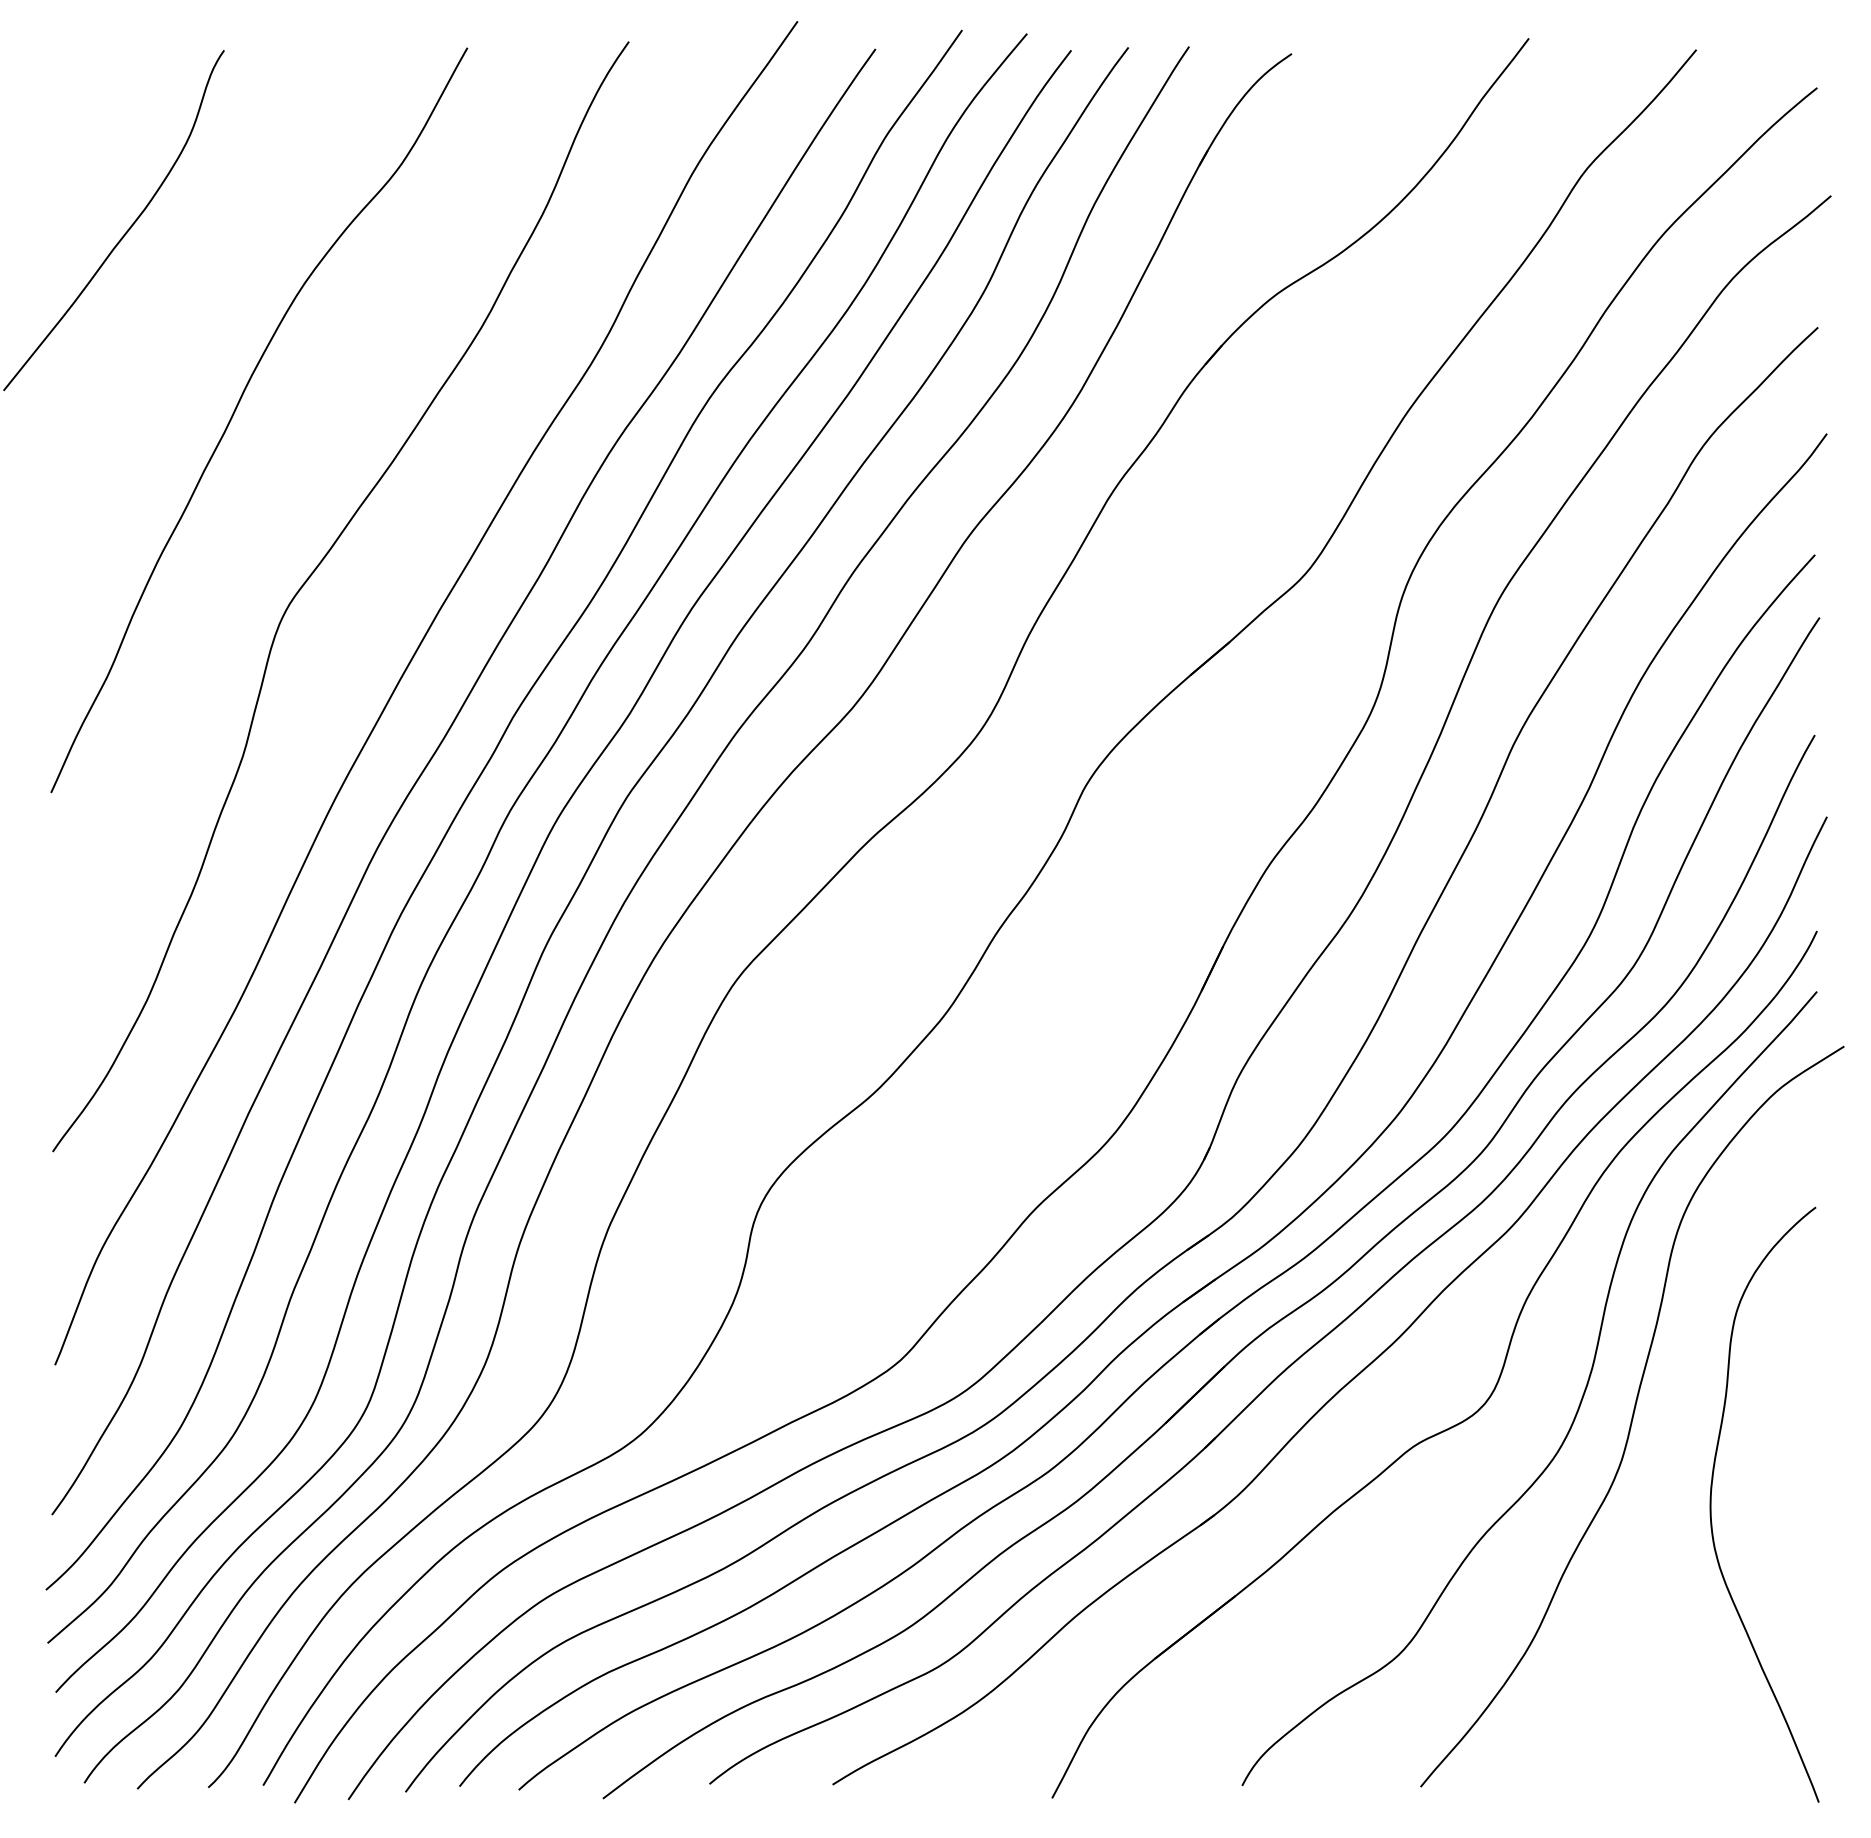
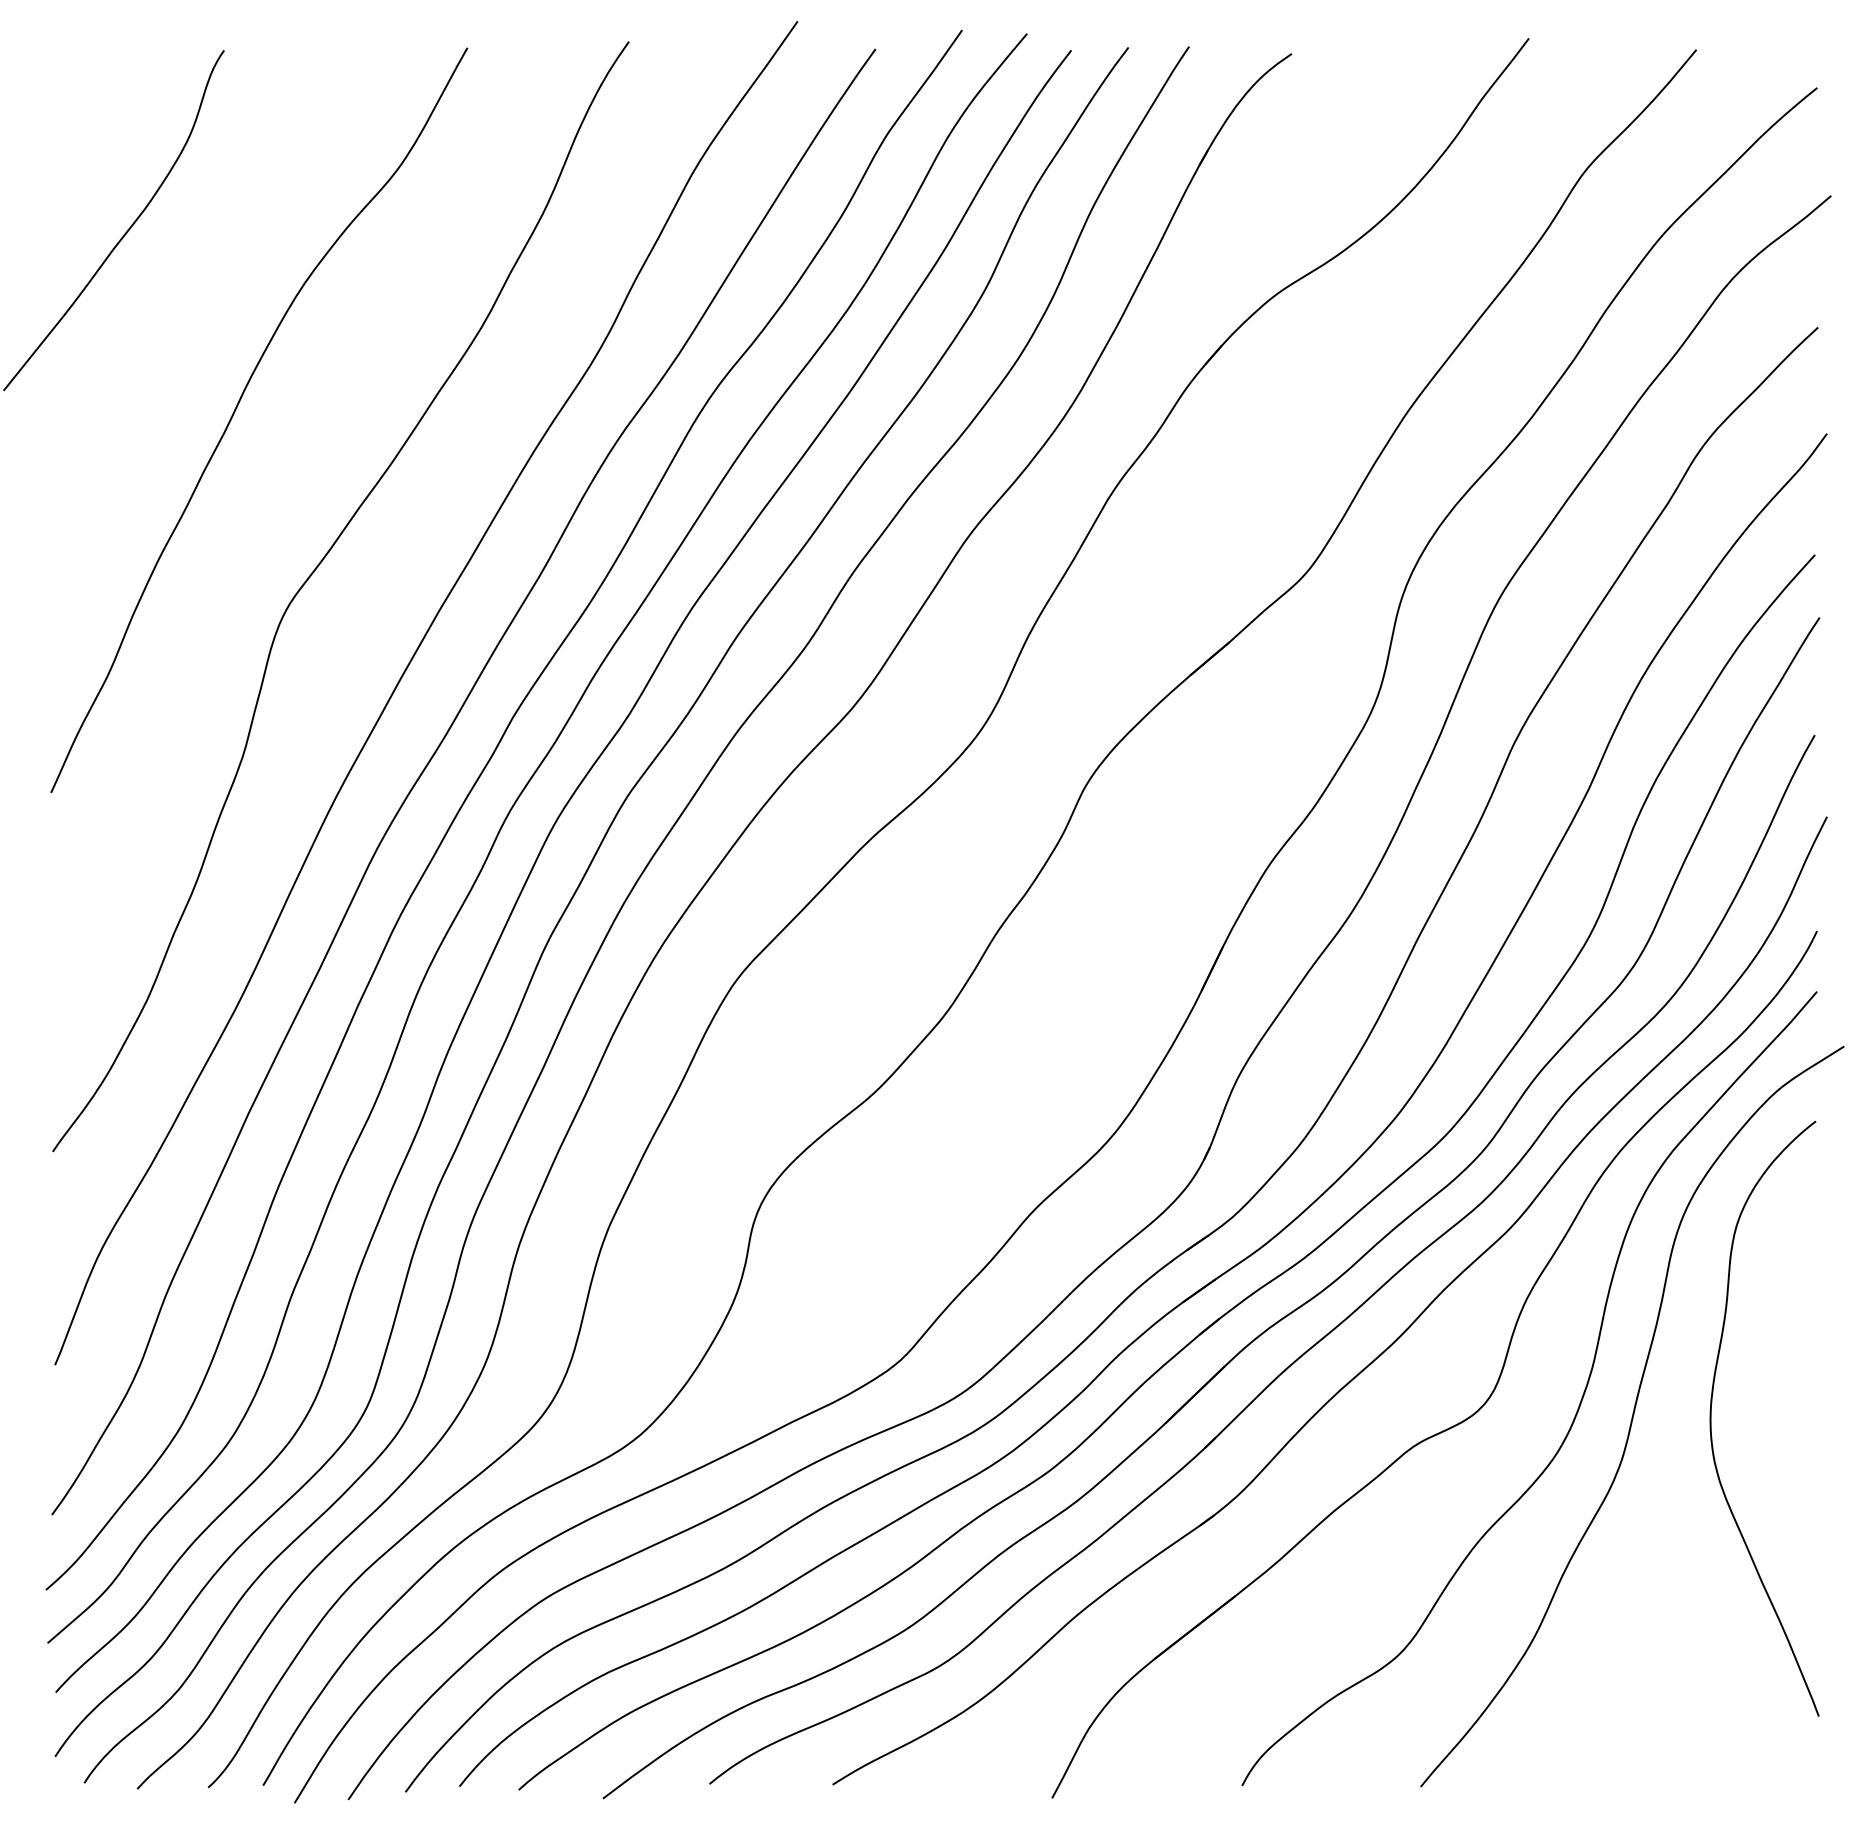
curve at (1711, 1504) position: (1711, 1504) -> (1711, 1418)
